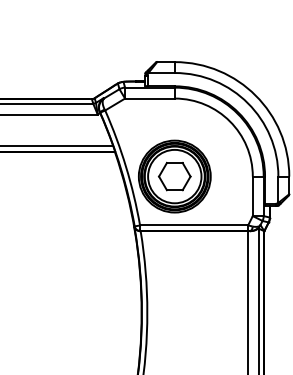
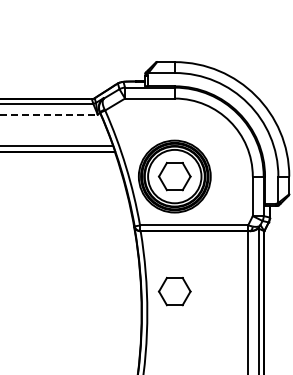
line at (49, 114): solid -> dashed
part at (174, 291): none -> present
